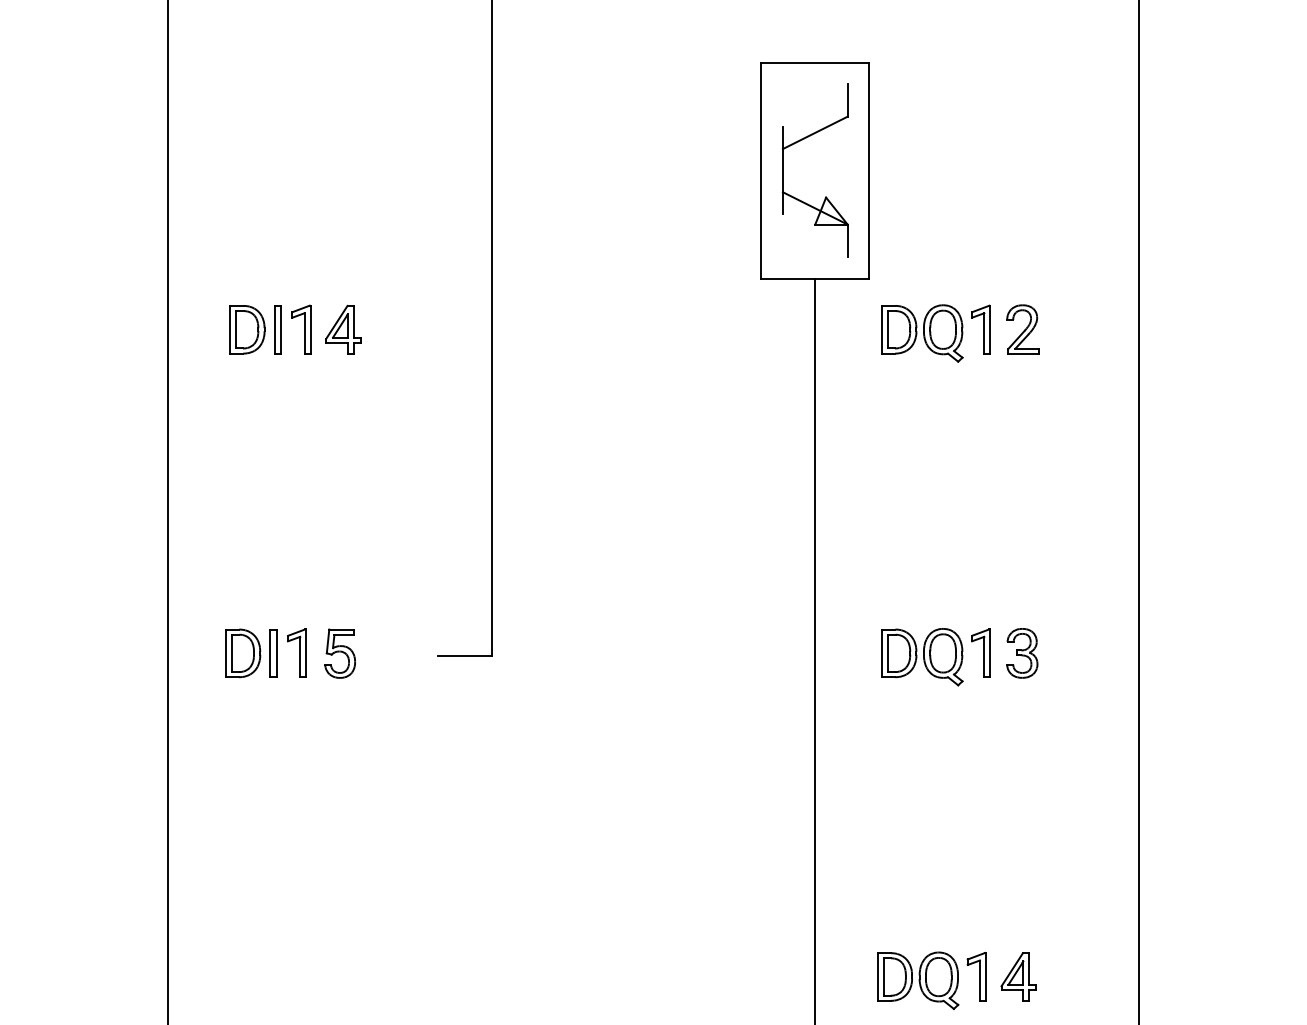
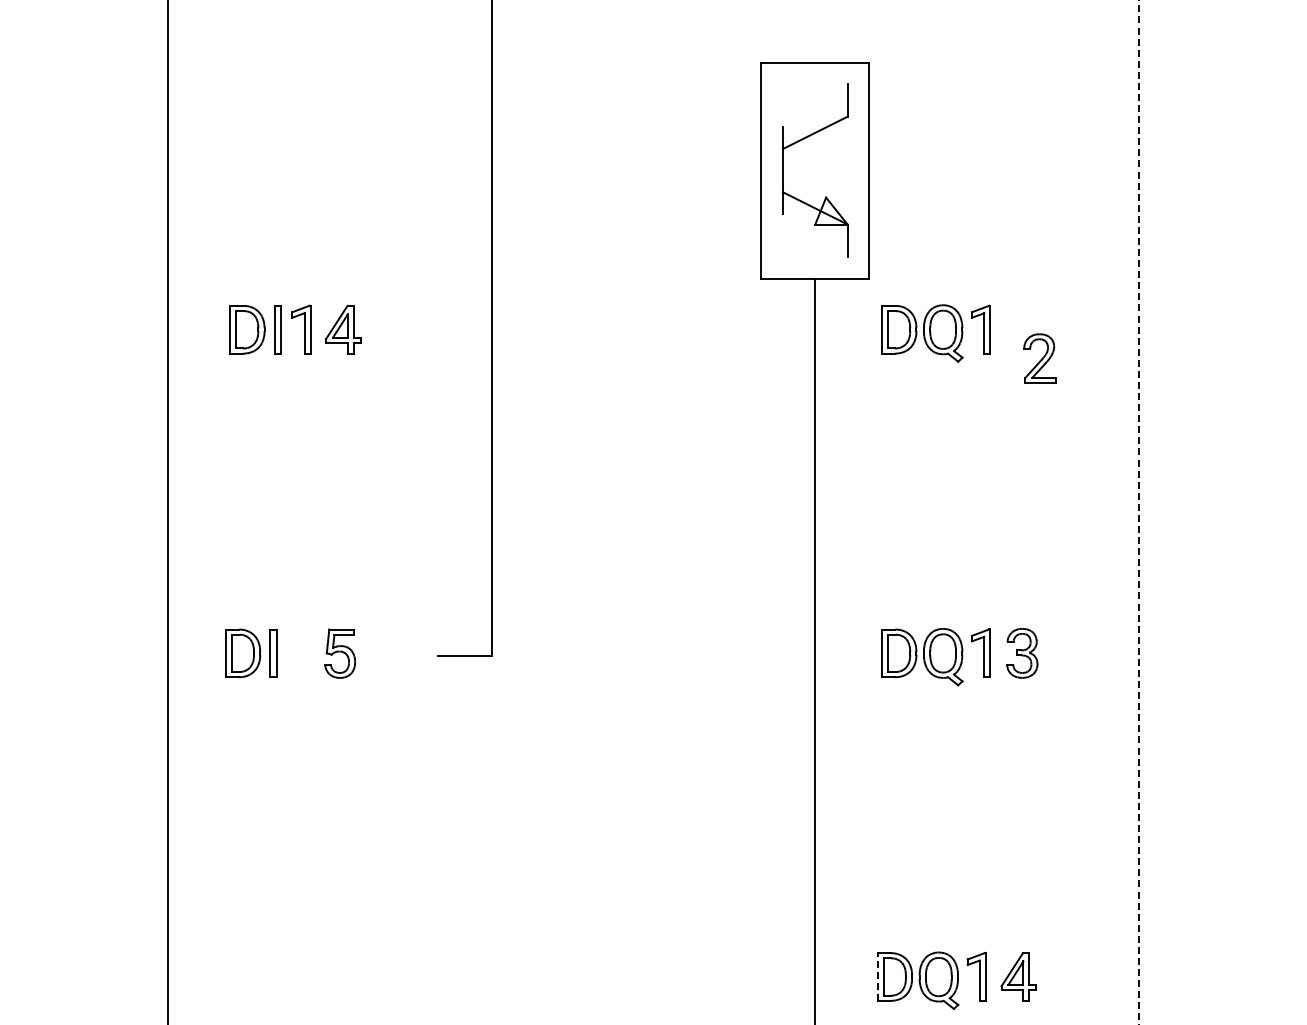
part at (1022, 329) position: (1022, 329) -> (1039, 358)
line at (1138, 513): solid -> dashed
part at (296, 652): present -> none
line at (877, 977): solid -> dashed
